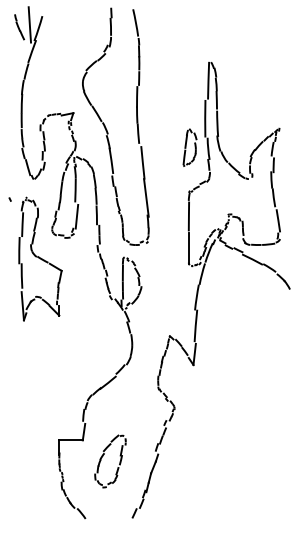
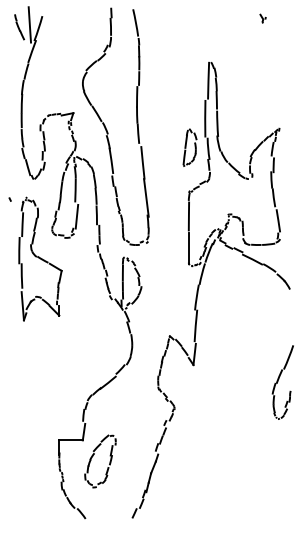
part at (262, 18): none -> present
part at (282, 382): none -> present
part at (103, 456) position: (103, 456) -> (93, 456)
